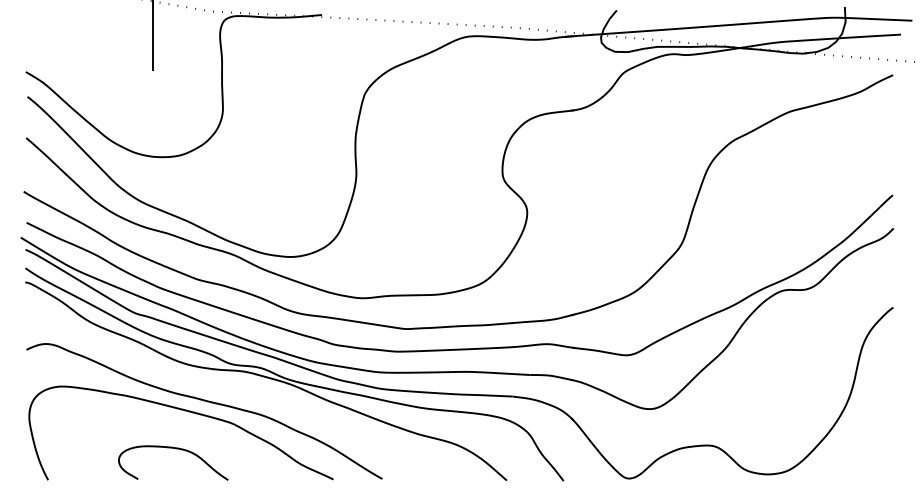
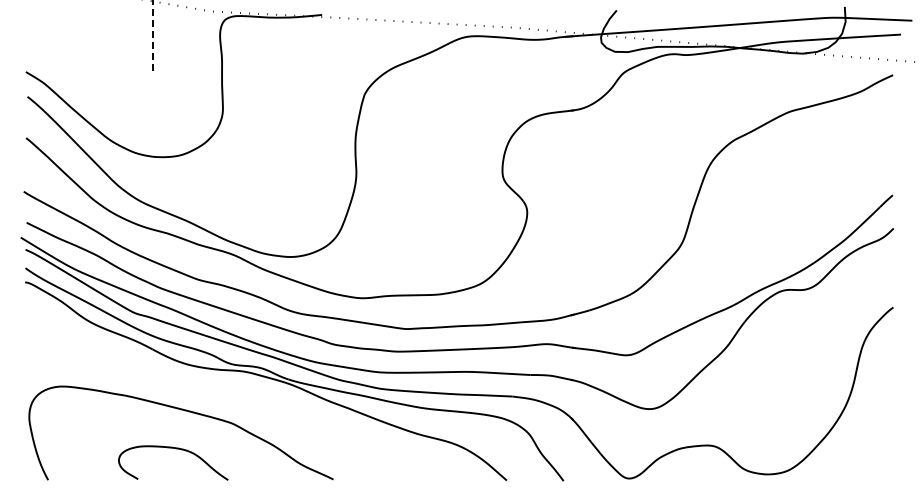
line at (153, 35): solid -> dashed
part at (207, 402): present -> none
